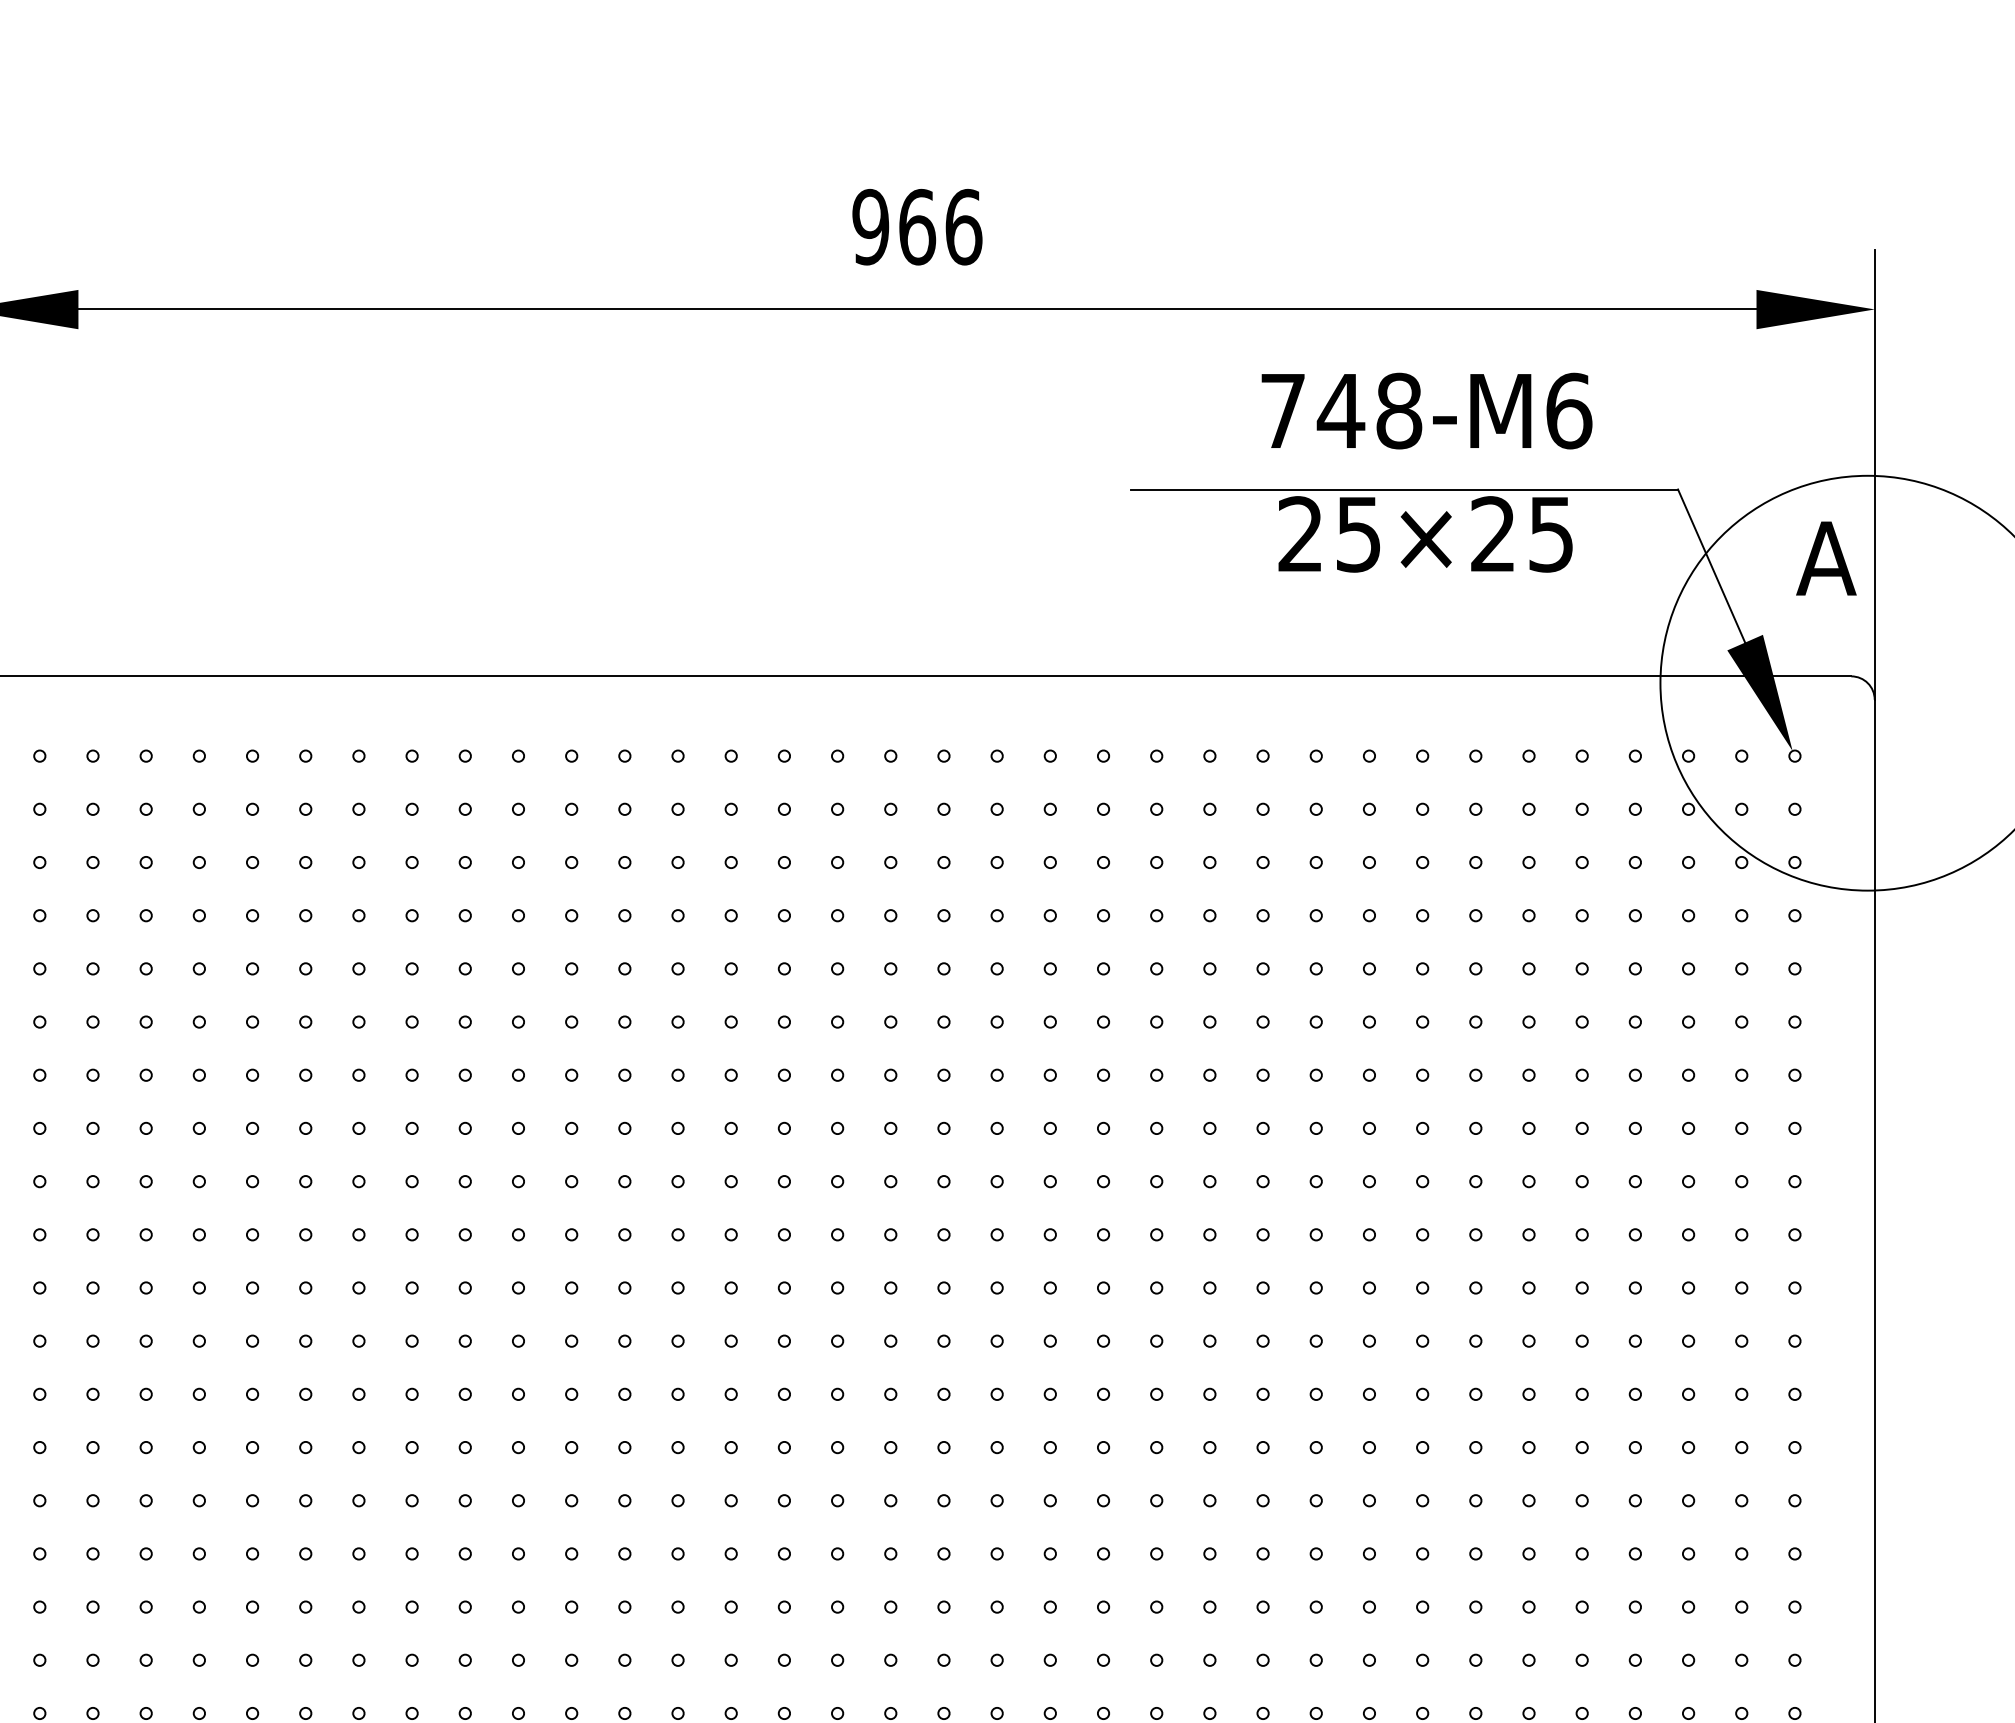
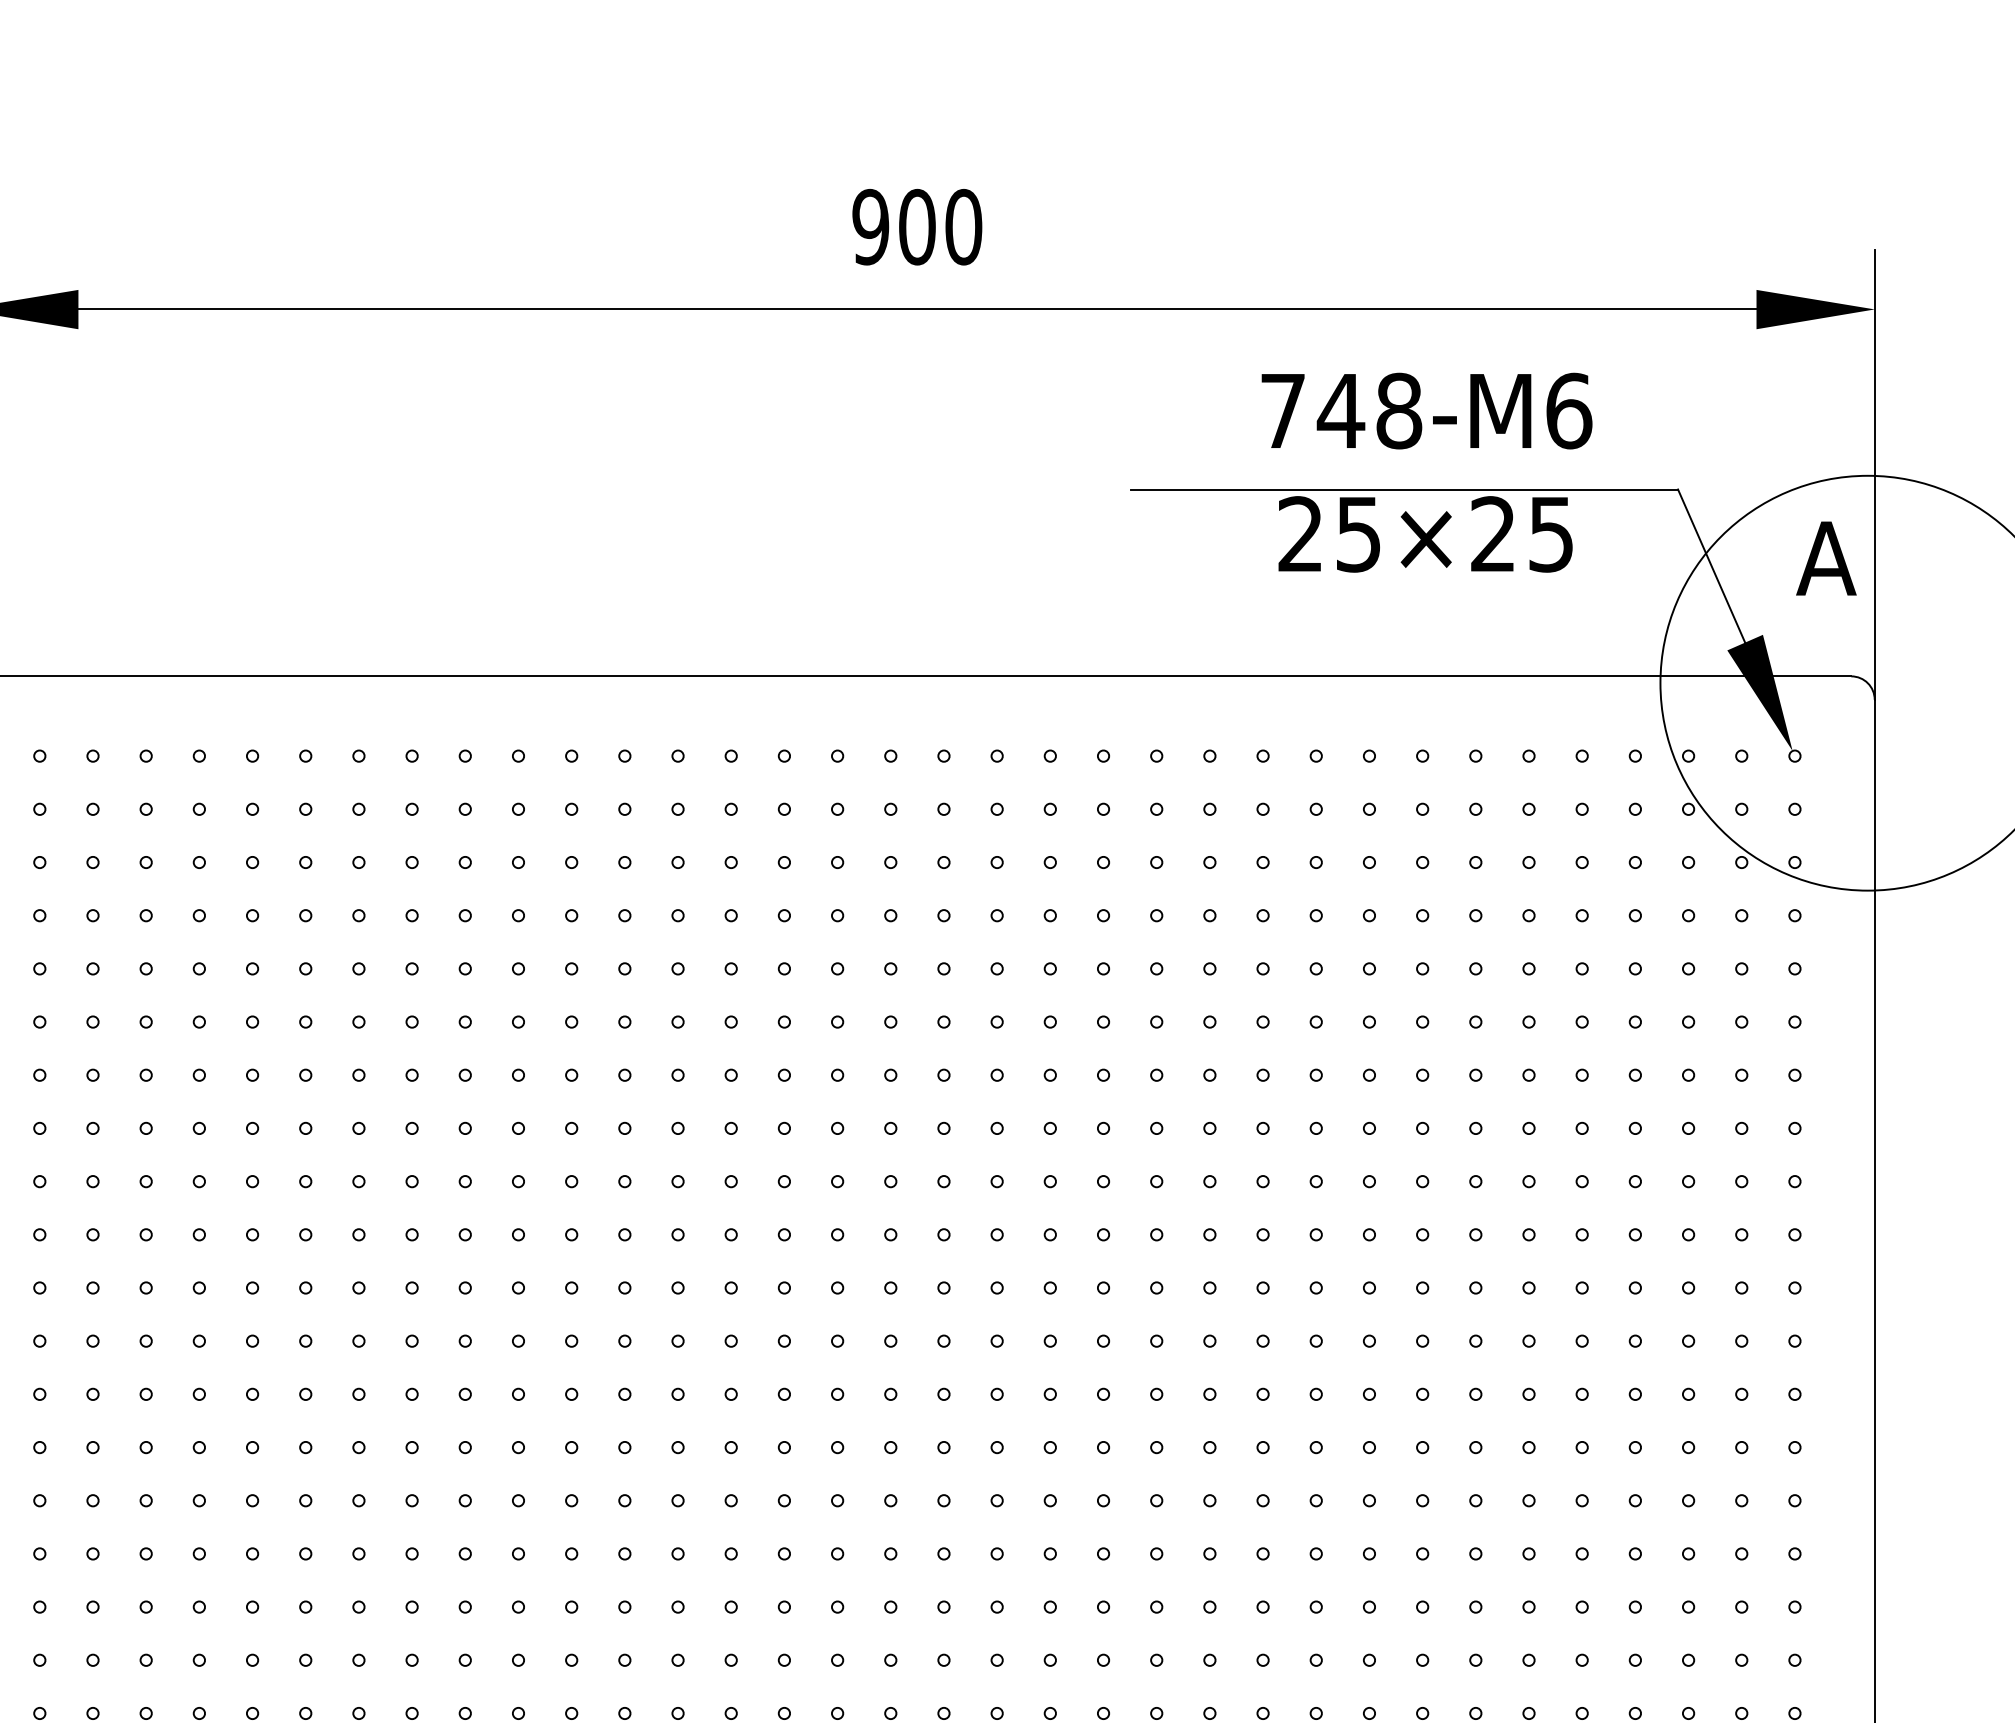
text at (940, 226): 966 -> 900
